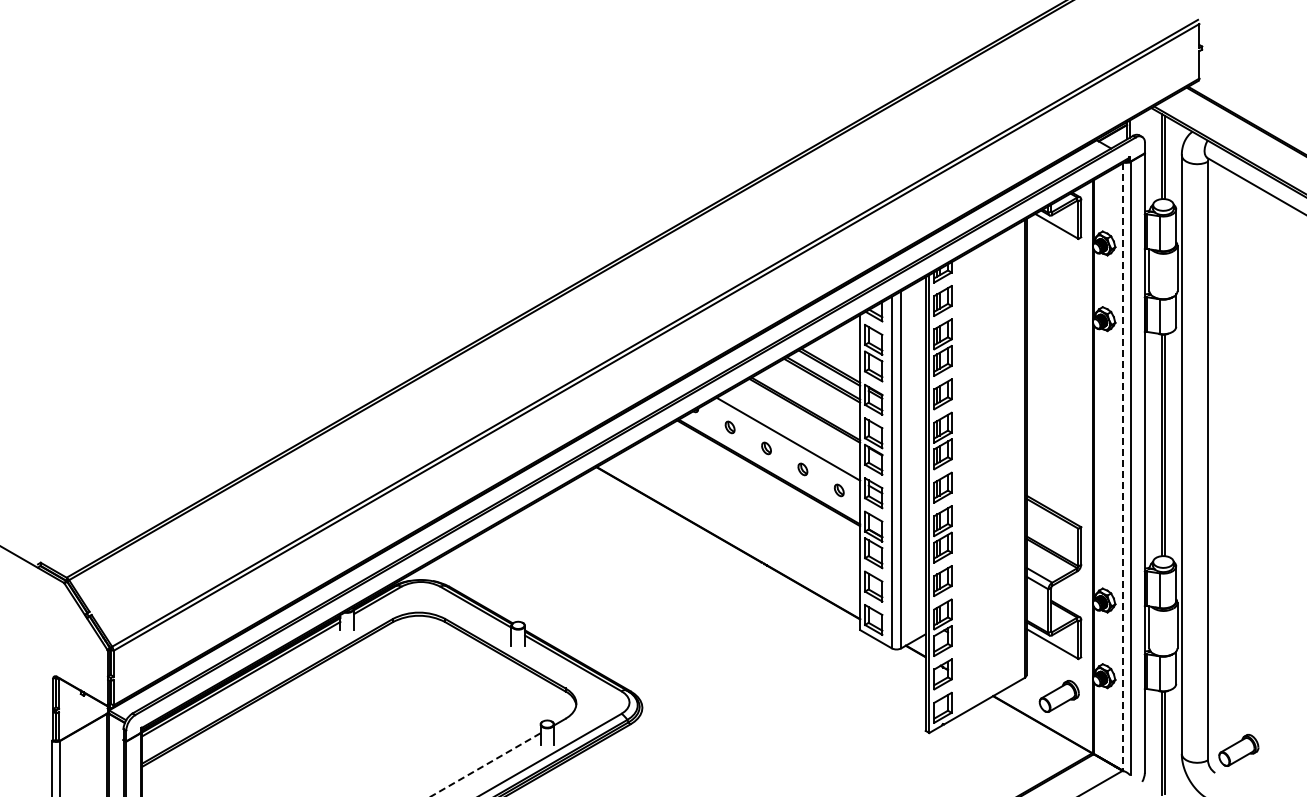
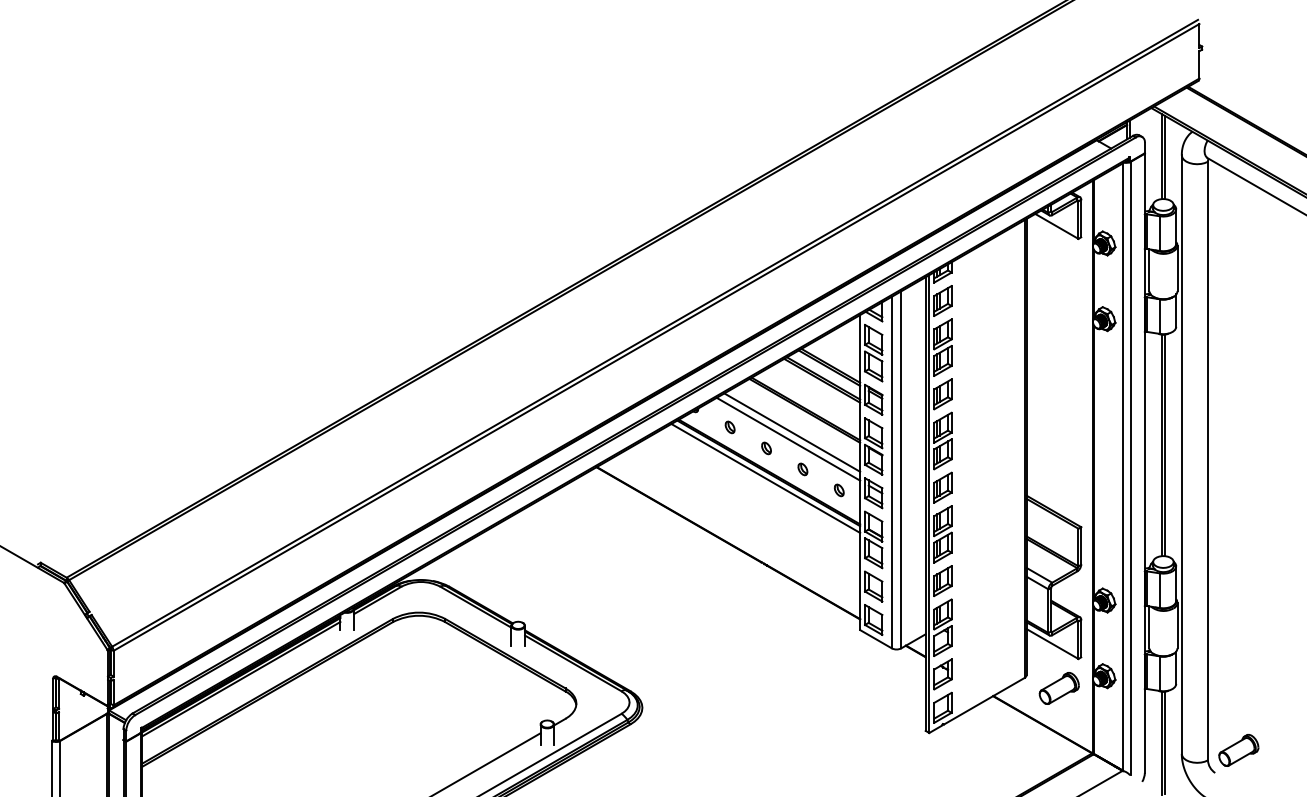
line at (792, 432): none -> present
line at (1122, 467): dashed -> solid
line at (765, 478): none -> present
part at (1058, 696) position: (1058, 696) -> (1058, 688)
line at (485, 765): dashed -> solid
